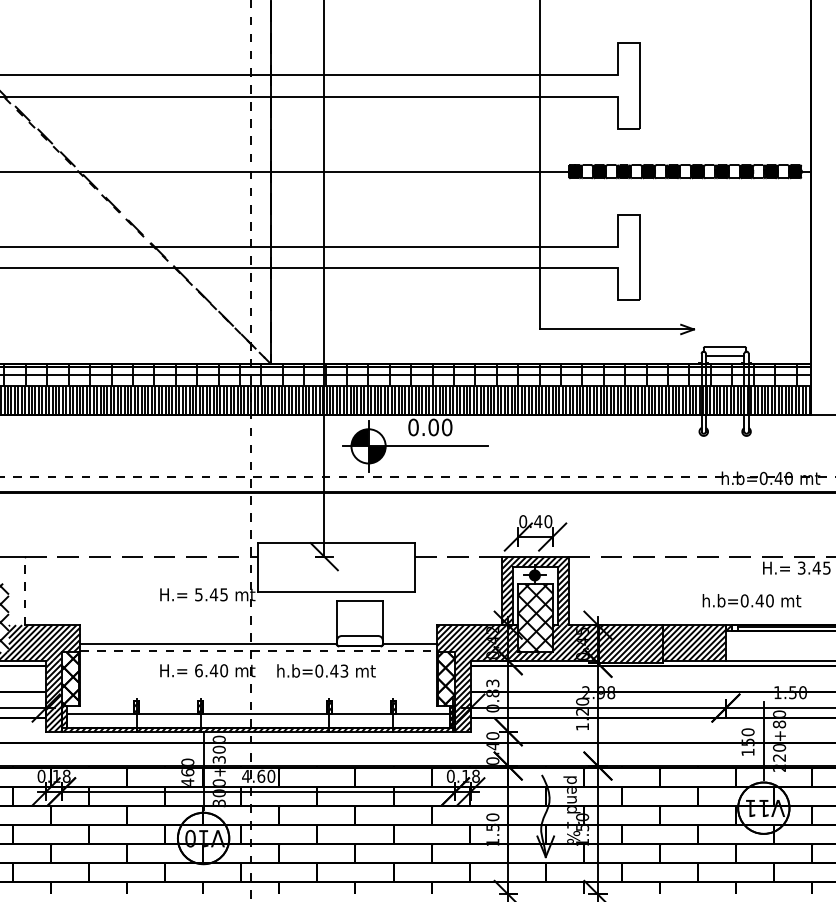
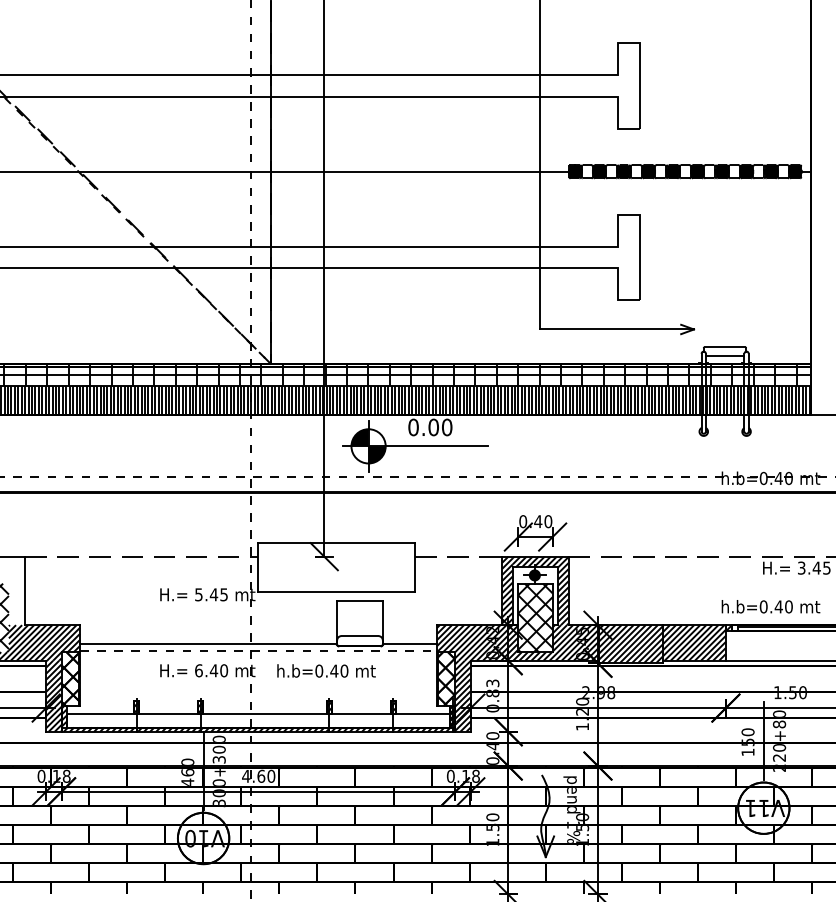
line at (25, 590): dashed -> solid
text at (751, 600) position: (751, 600) -> (770, 606)
text at (344, 670): h.b=0.43 -> h.b=0.40
